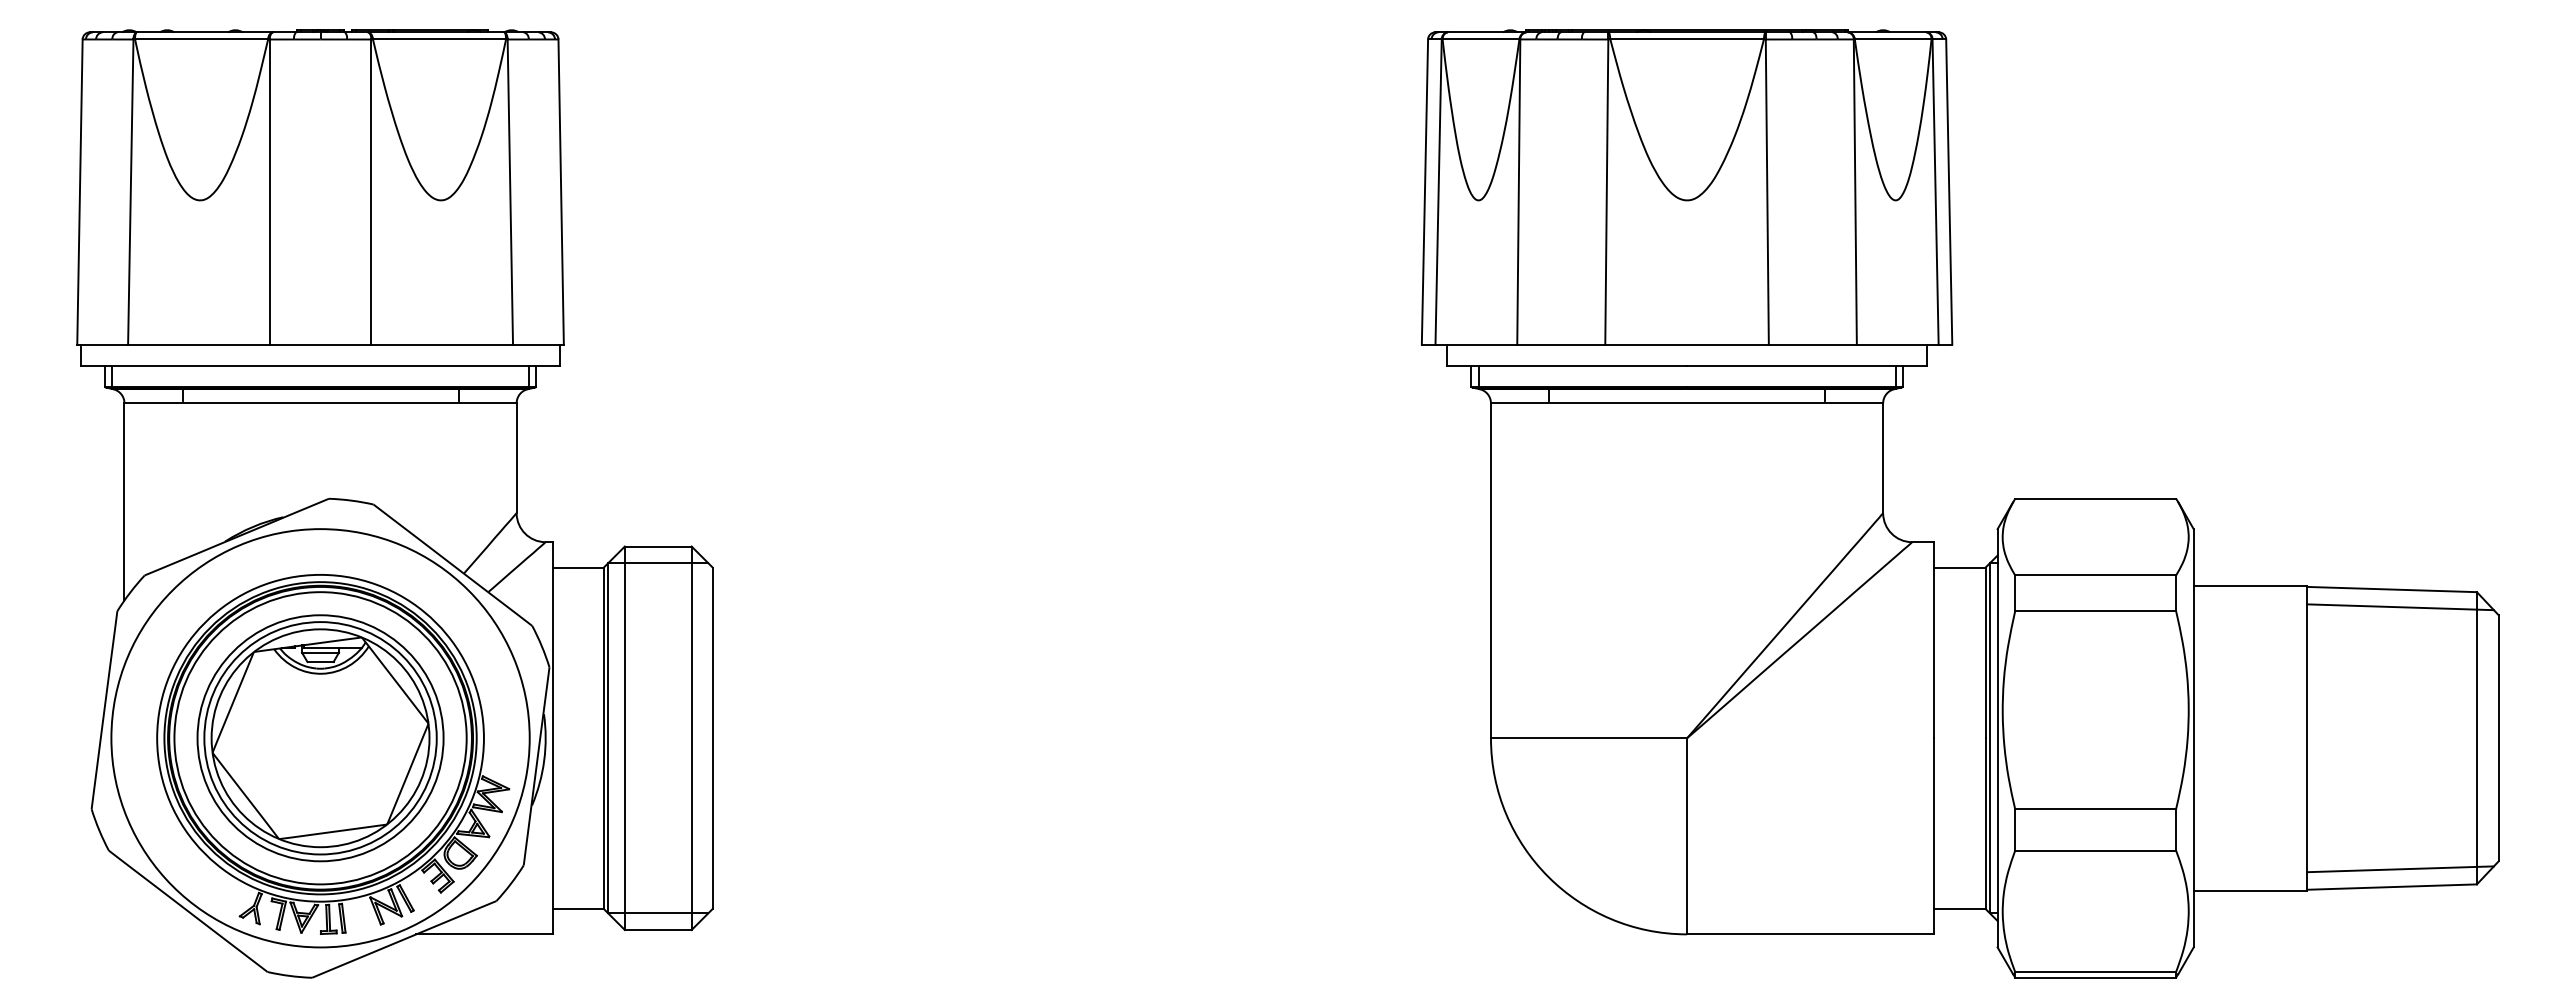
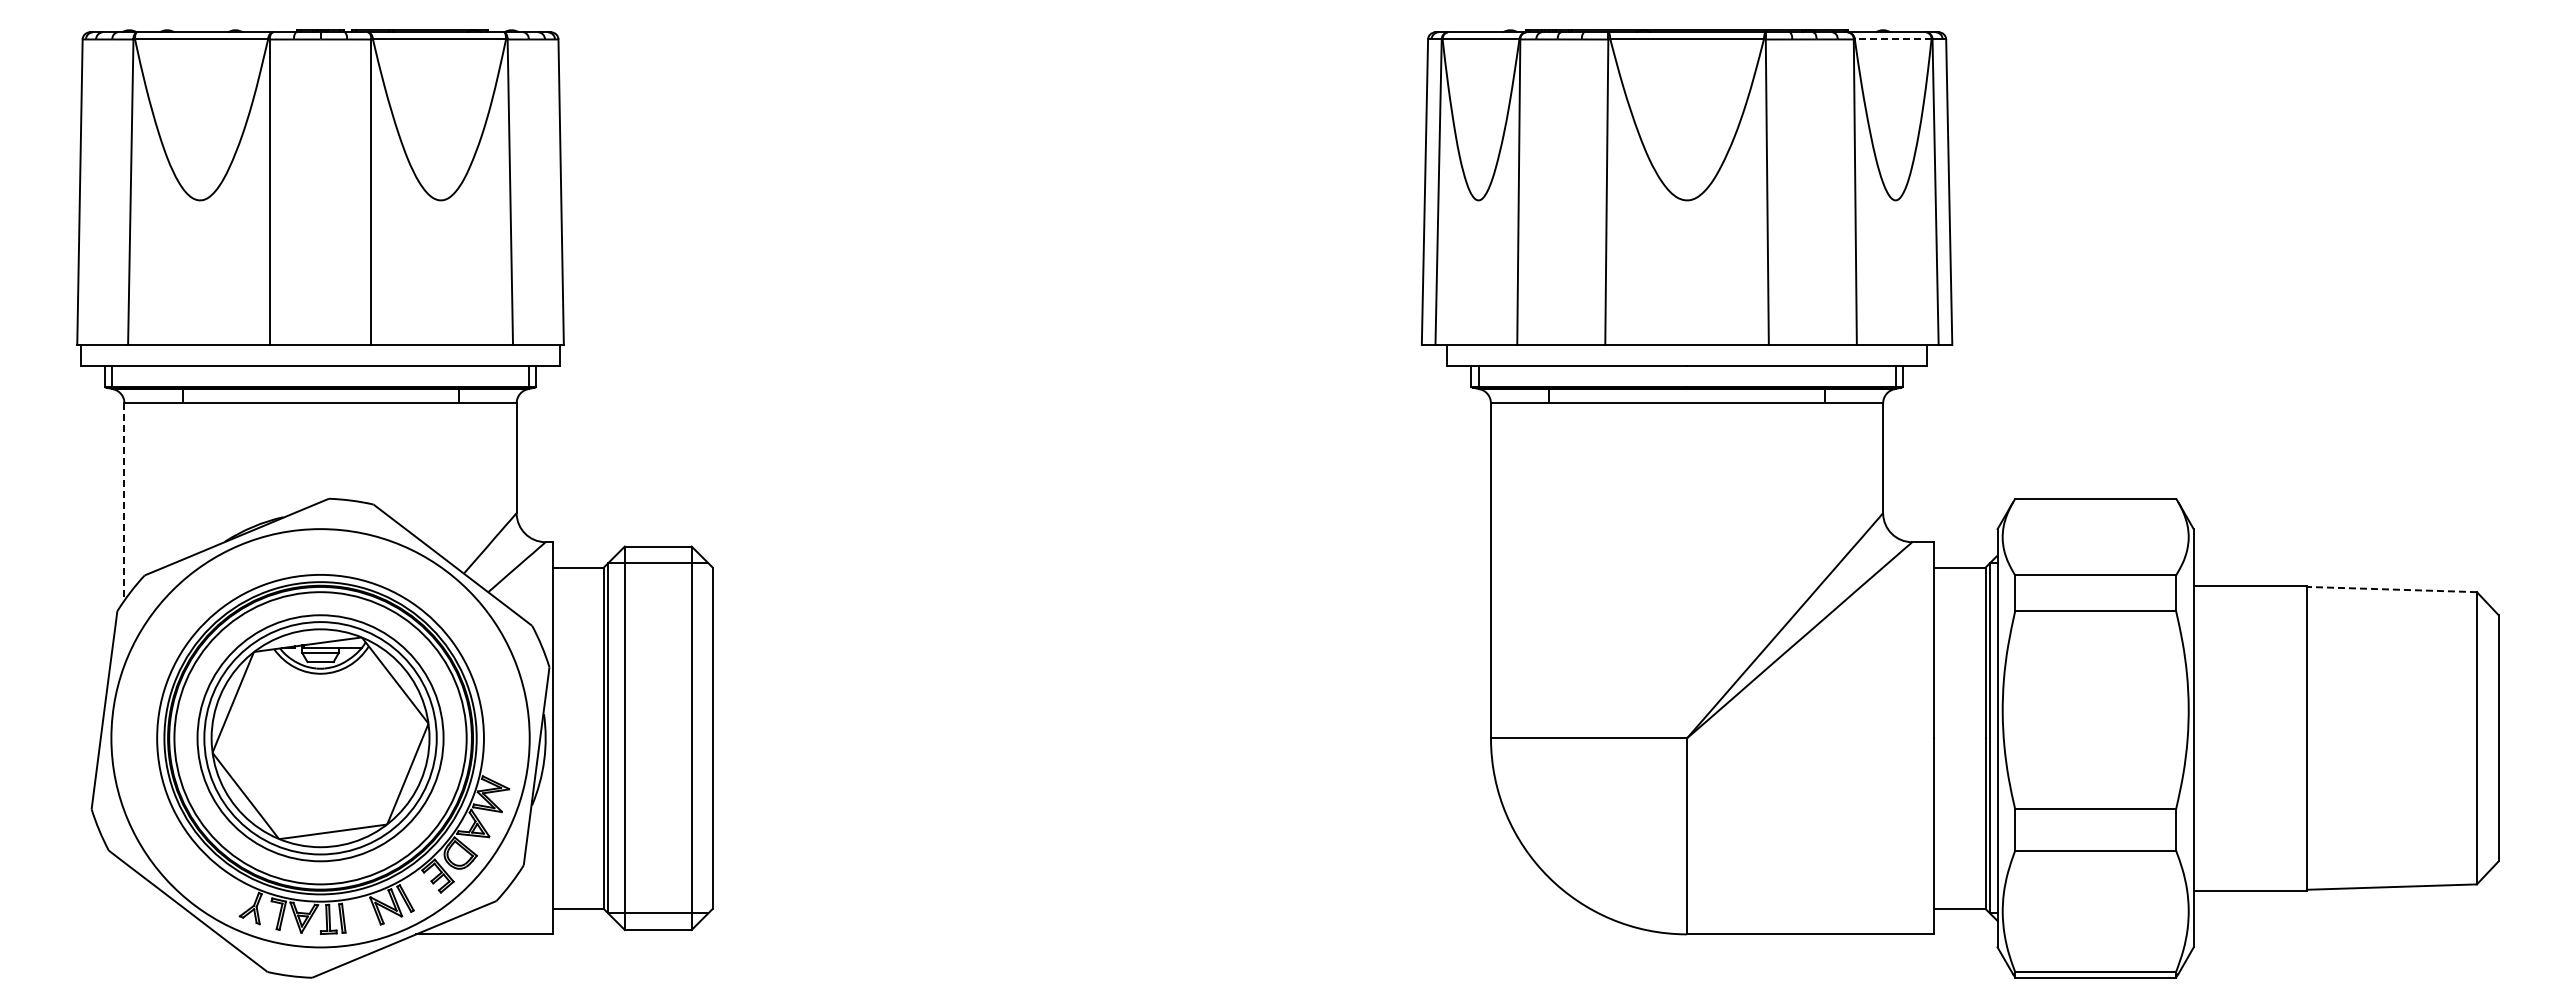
line at (1892, 38): solid -> dashed
line at (124, 501): solid -> dashed
line at (2391, 589): solid -> dashed
line at (2399, 607): present -> none
line at (2399, 869): present -> none
